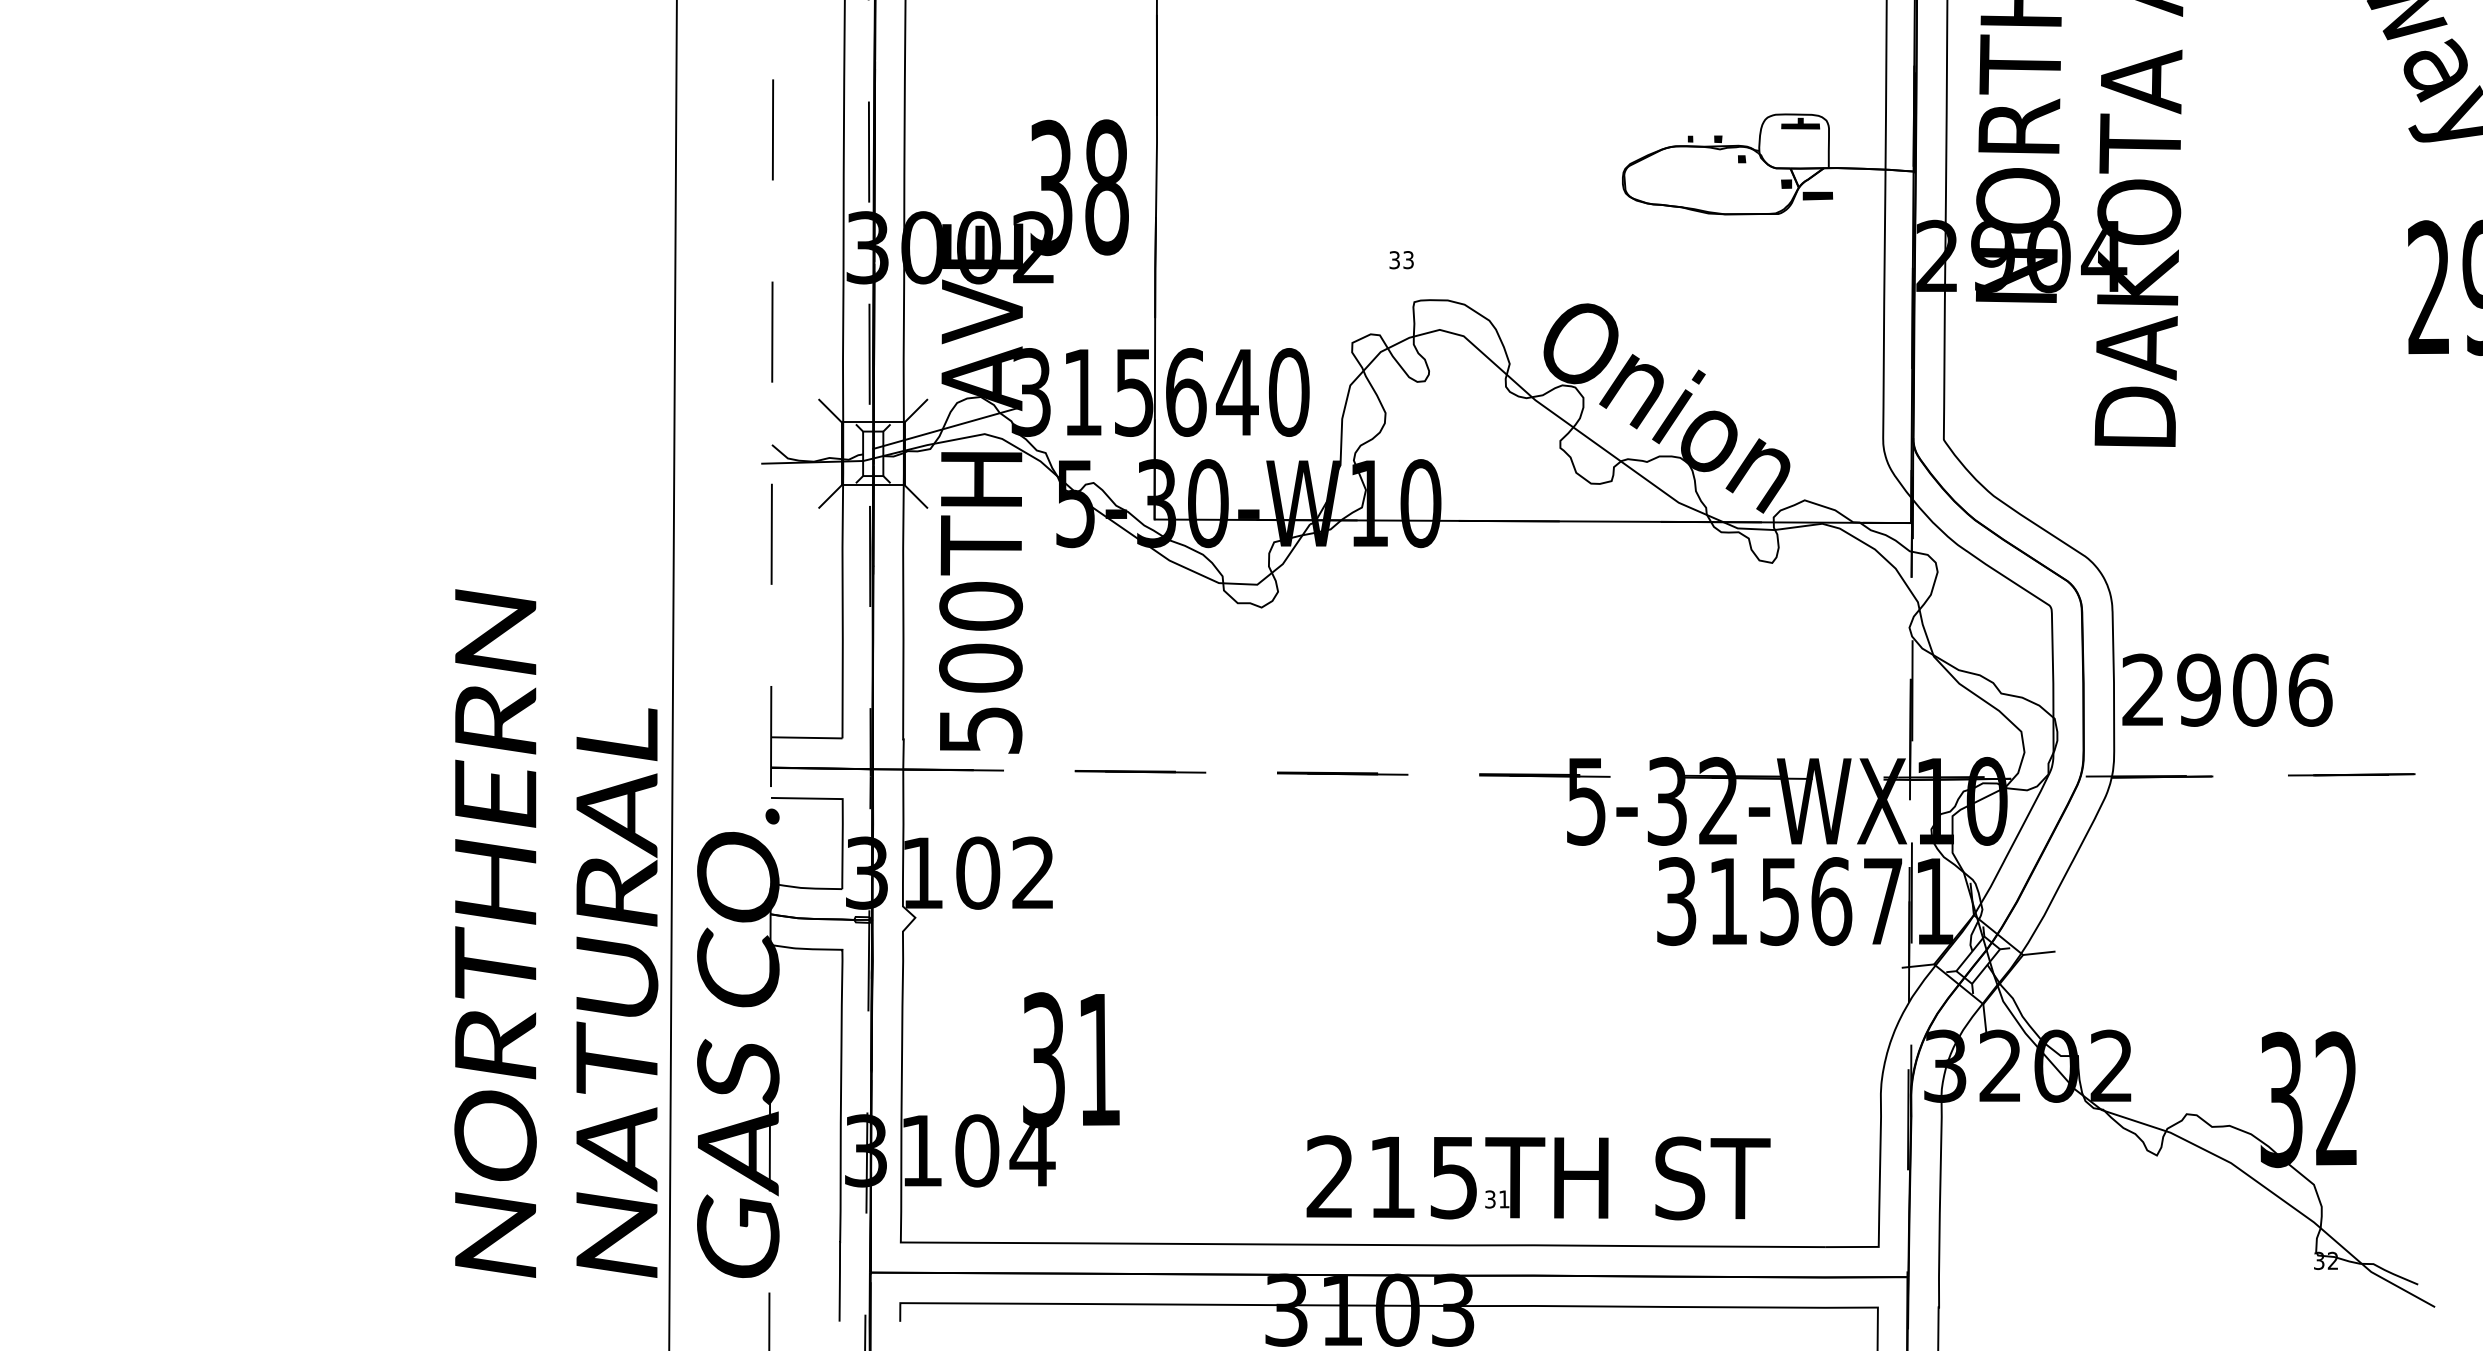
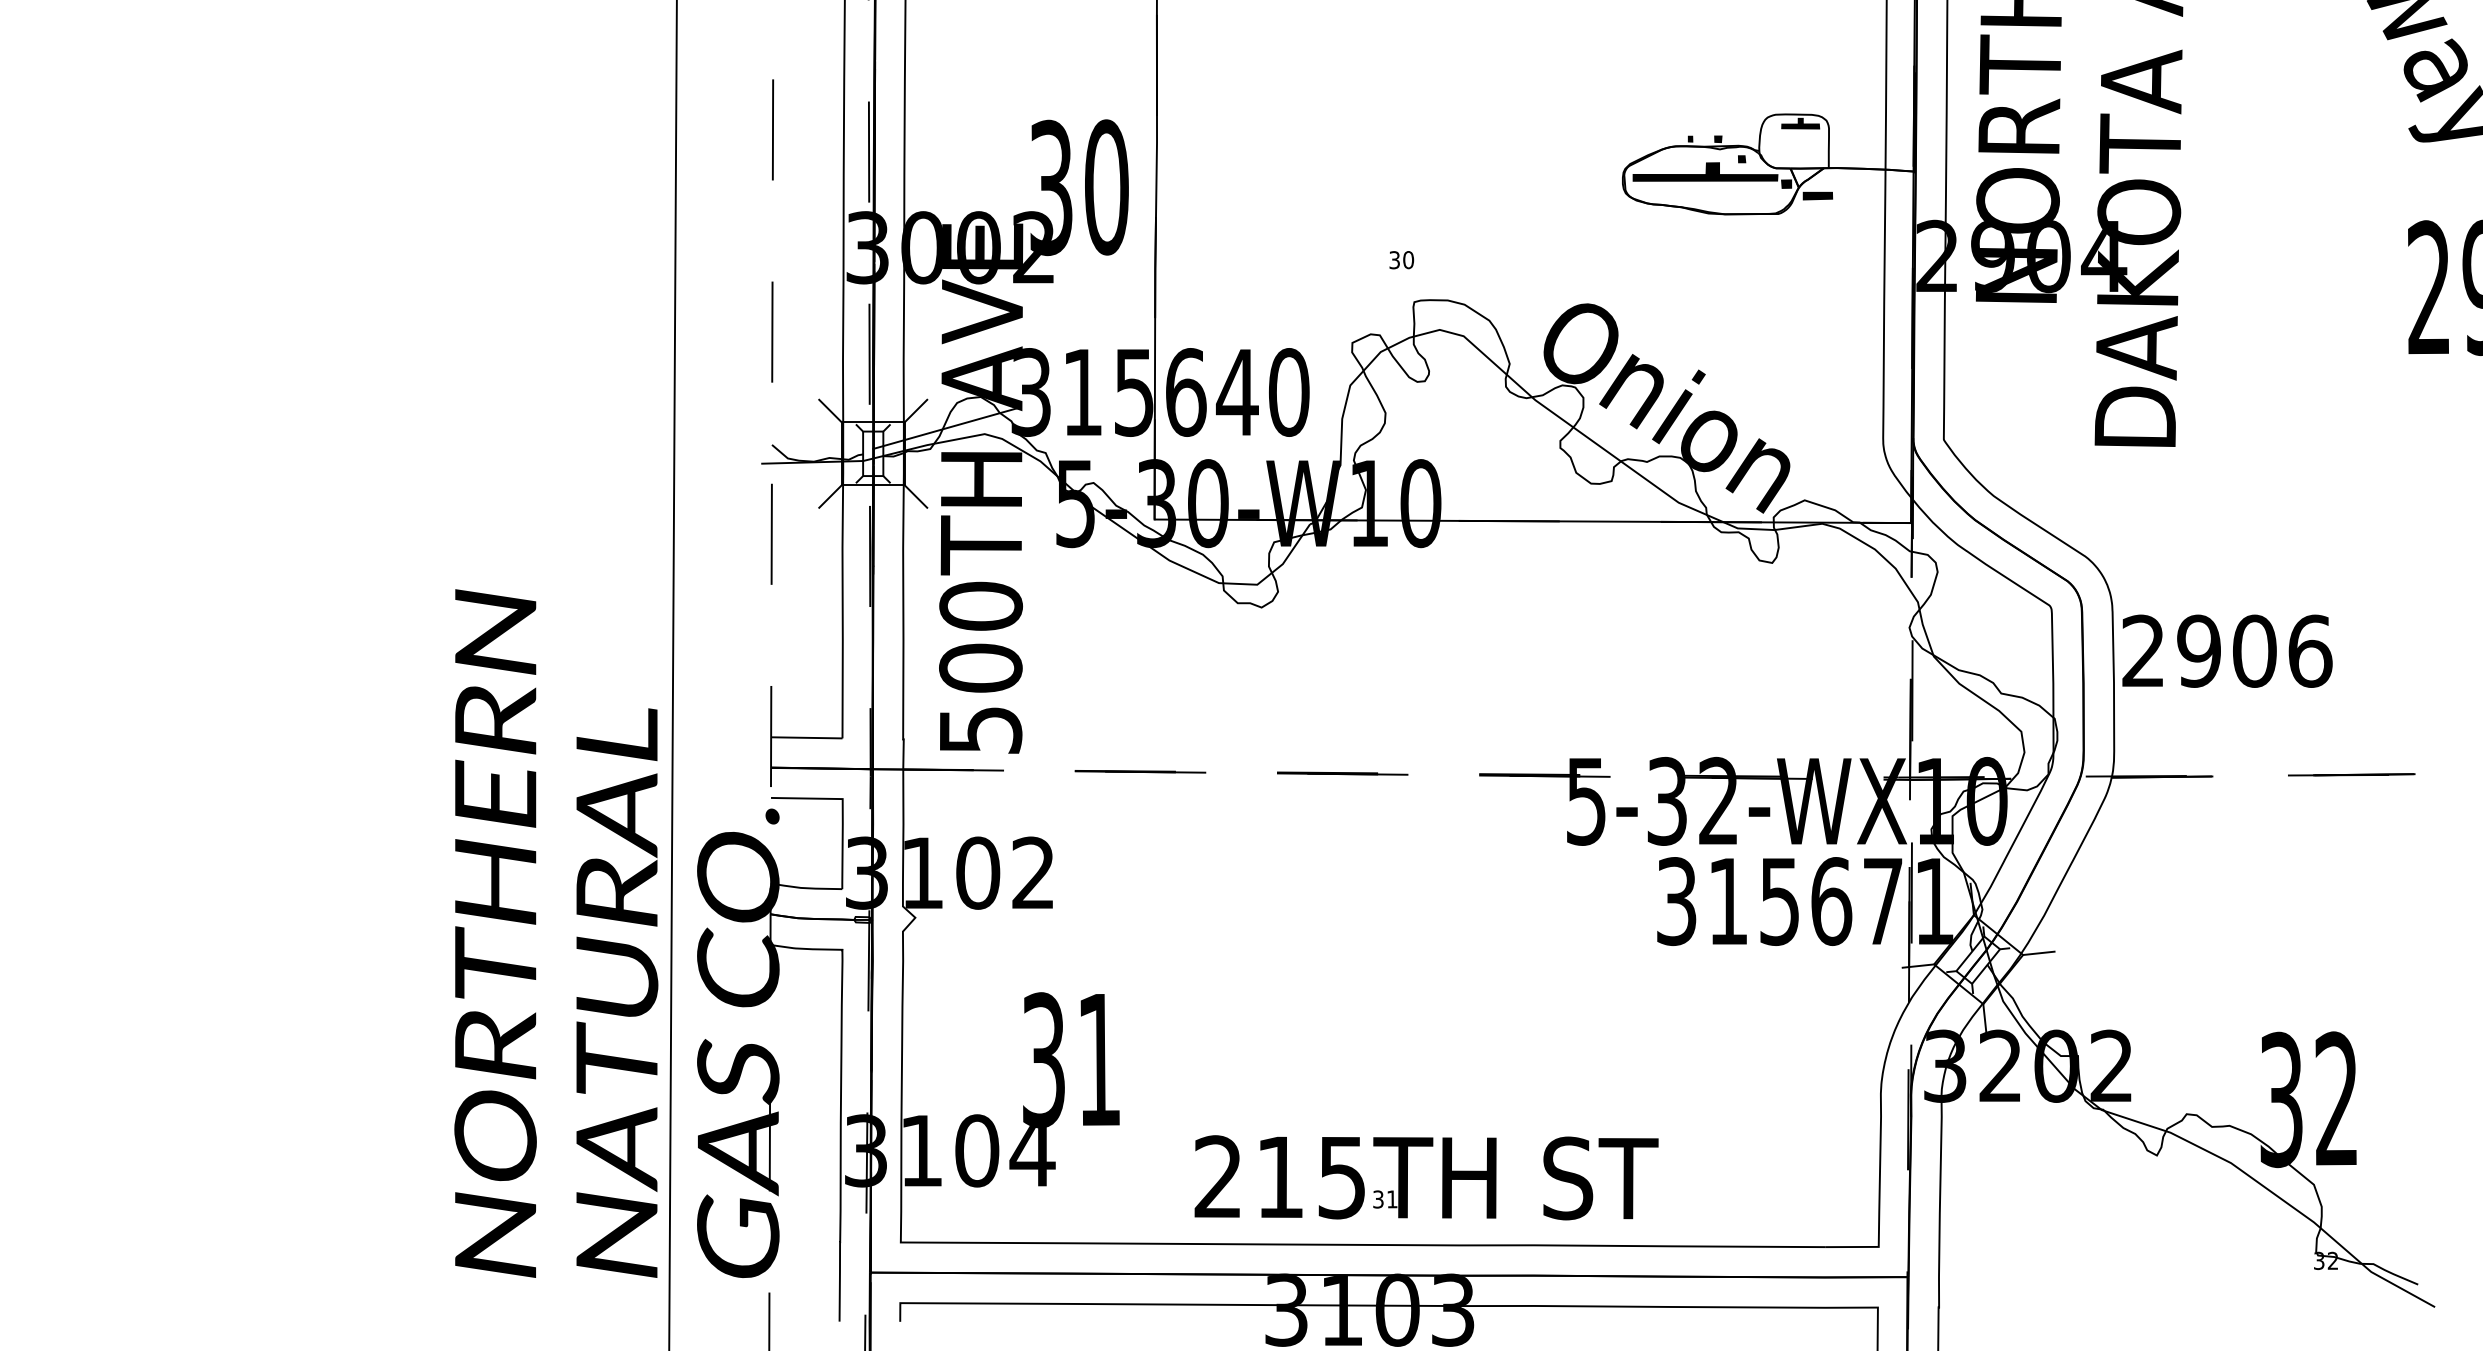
fill at (1705, 171): none -> present
text at (1106, 187): 38 -> 30
text at (1408, 260): 33 -> 30
text at (2227, 689) position: (2227, 689) -> (2227, 650)
text at (1538, 1177) position: (1538, 1177) -> (1426, 1177)
